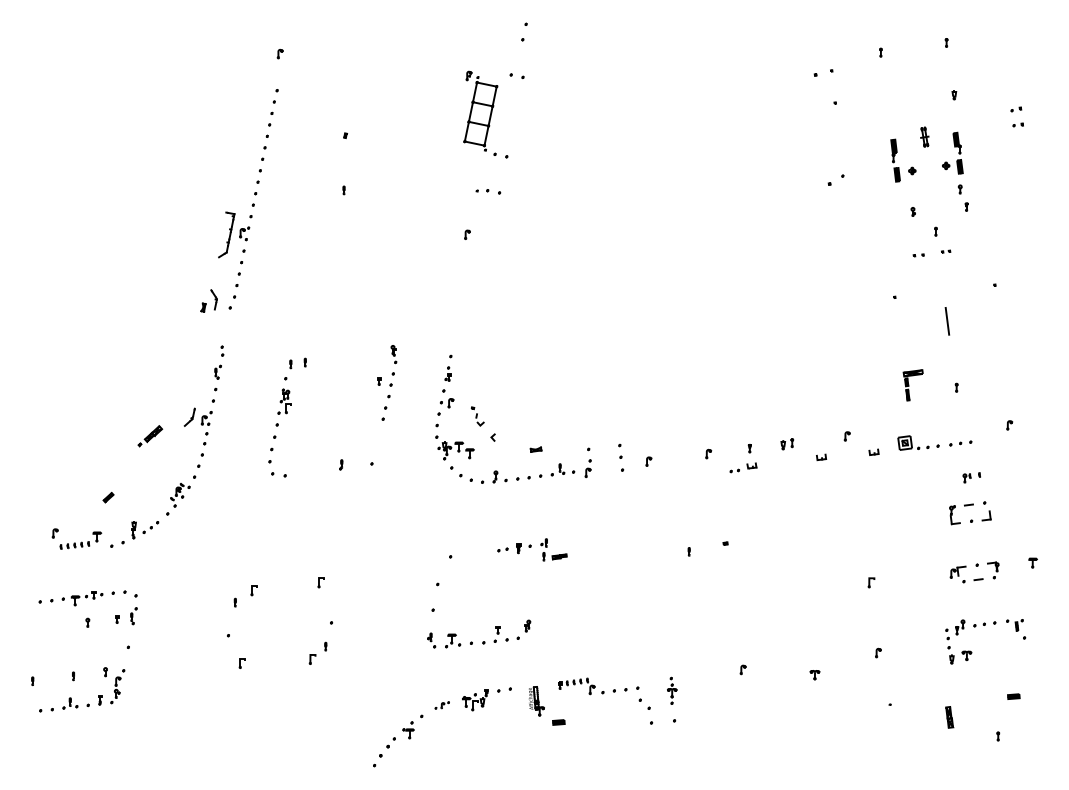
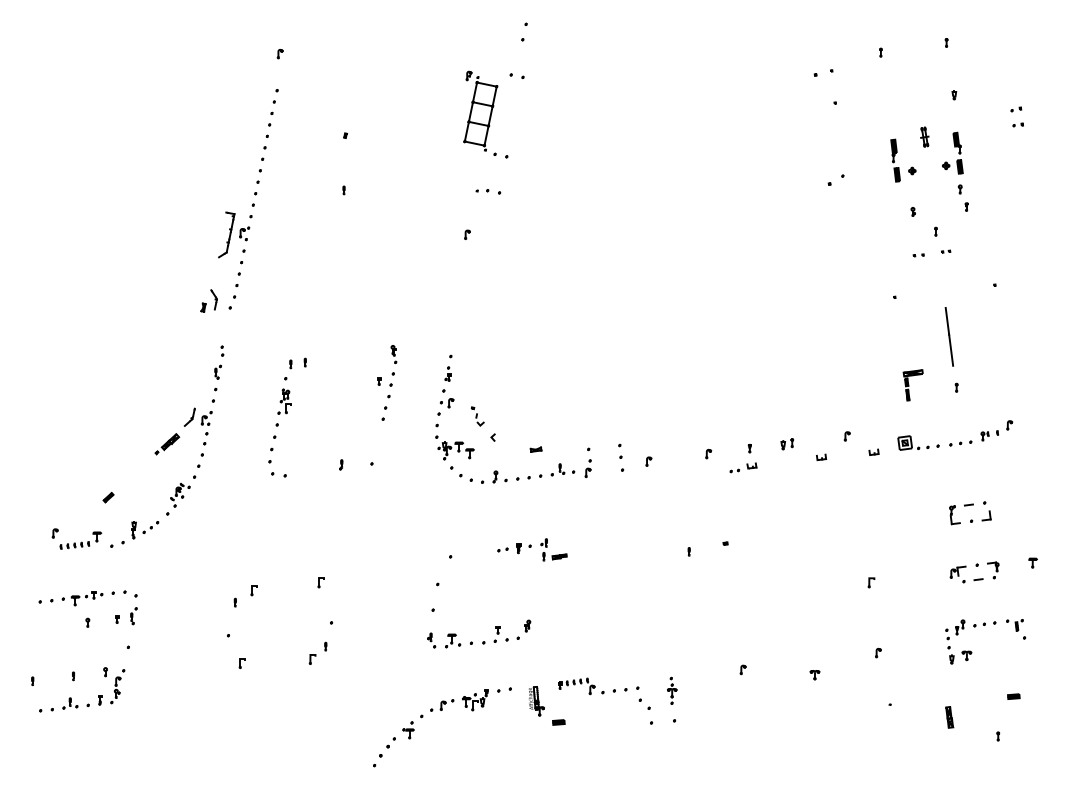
line at (951, 349): none -> present
part at (150, 436) position: (150, 436) -> (167, 444)
part at (971, 477) position: (971, 477) -> (989, 435)
part at (441, 705) size: 16x9 px -> 25x13 px
